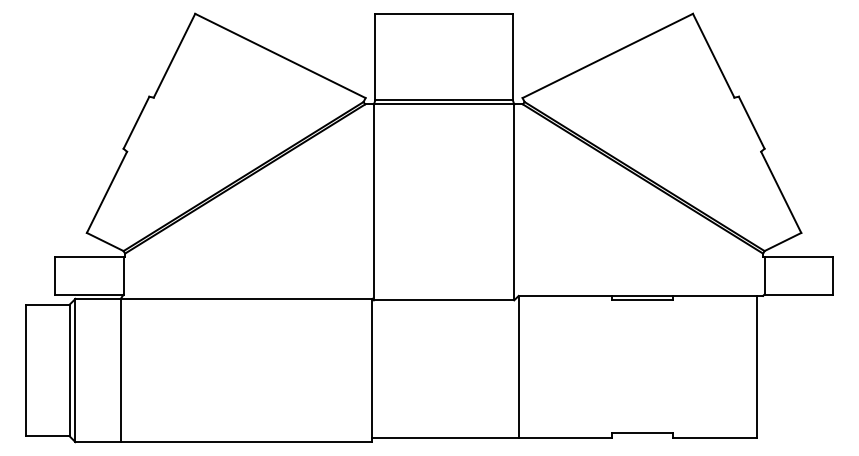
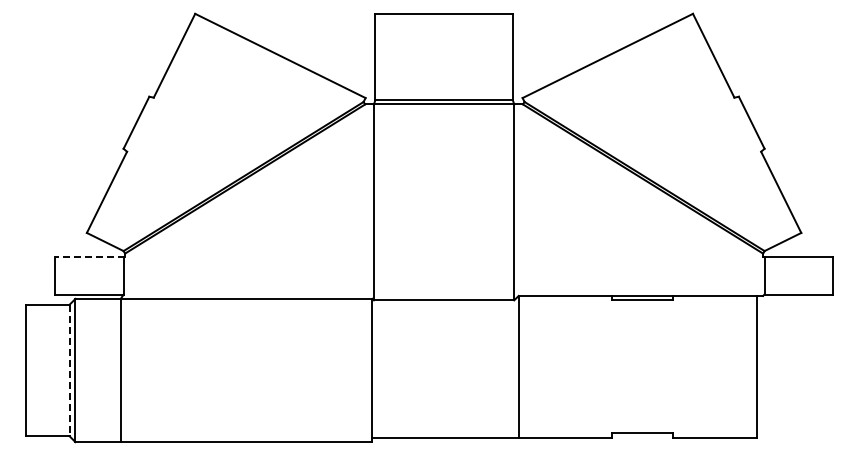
line at (89, 256): solid -> dashed
line at (69, 370): solid -> dashed
